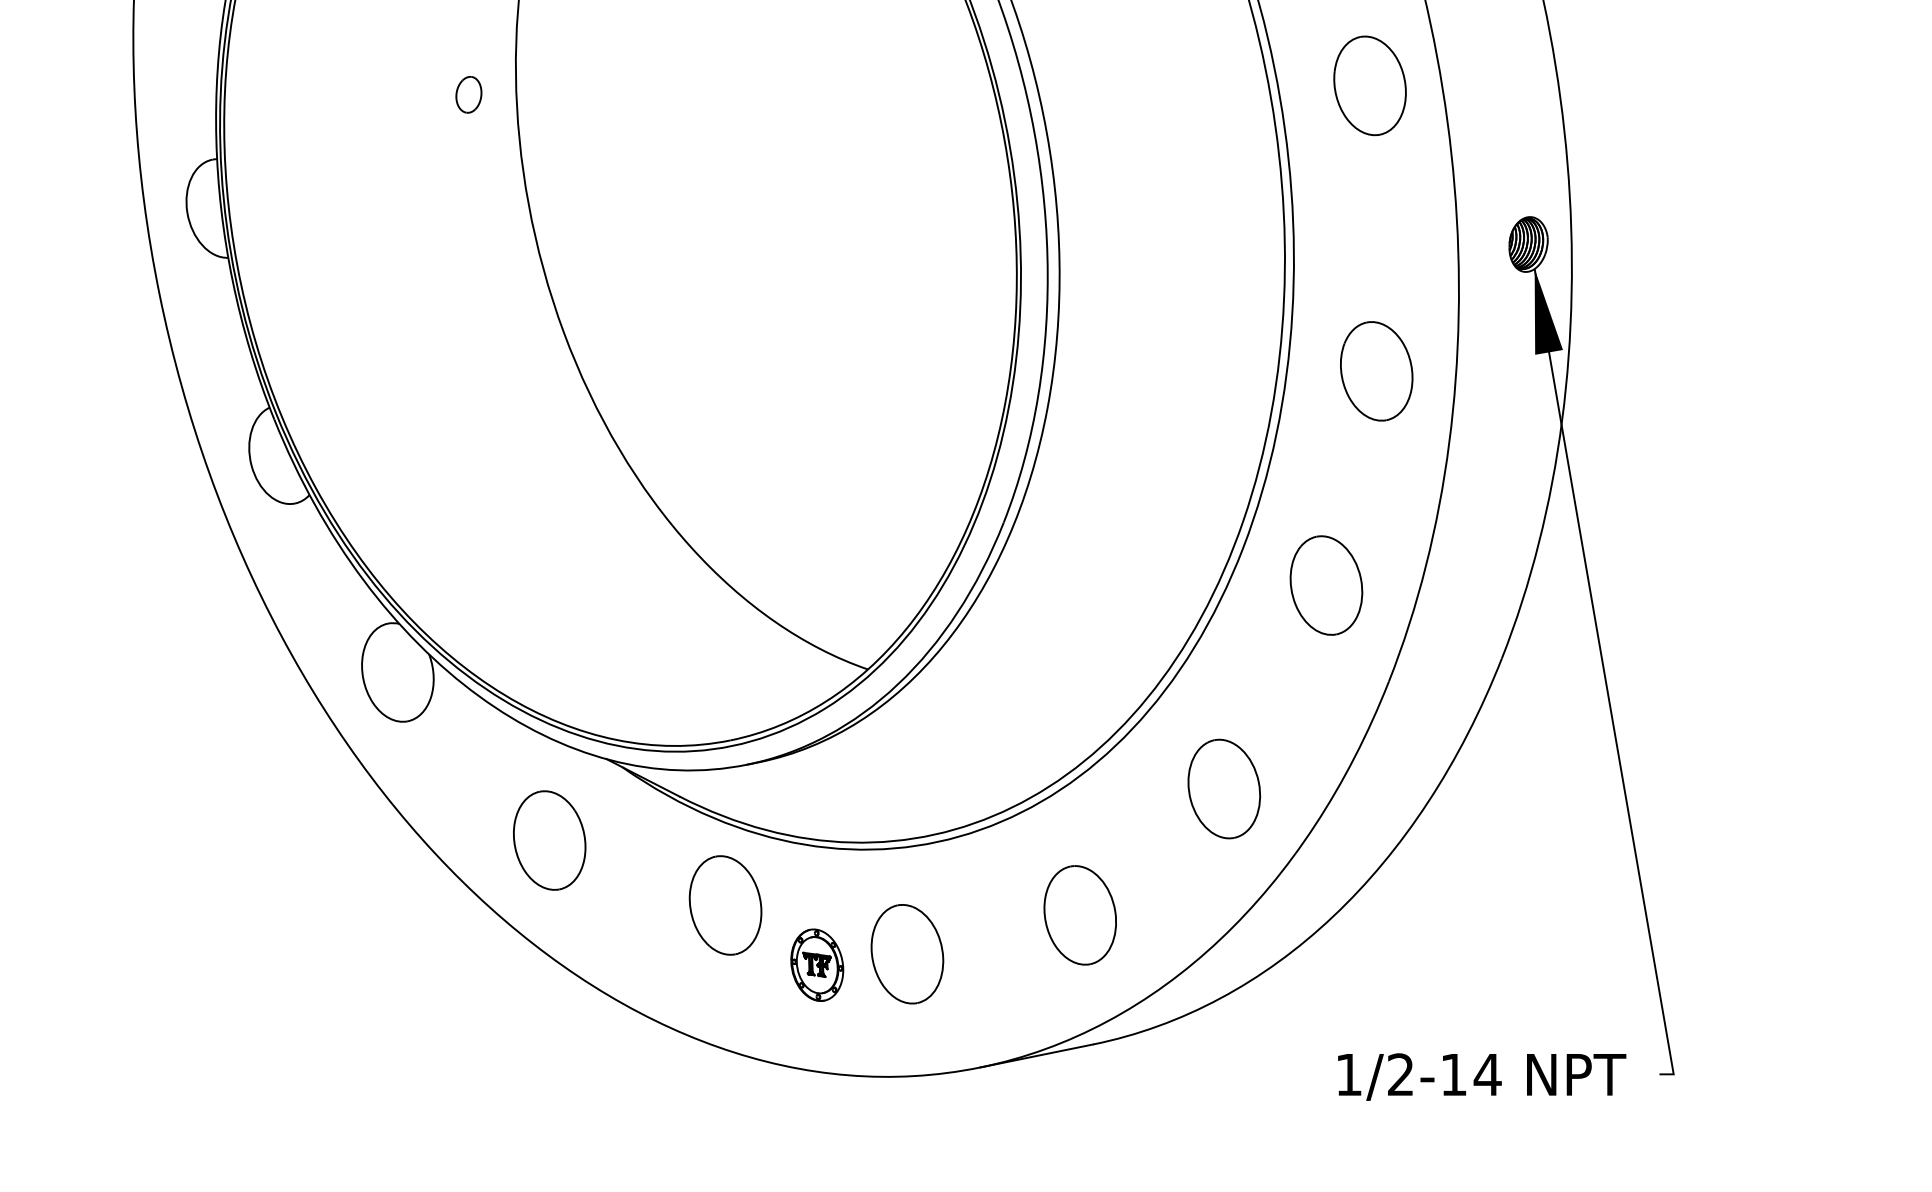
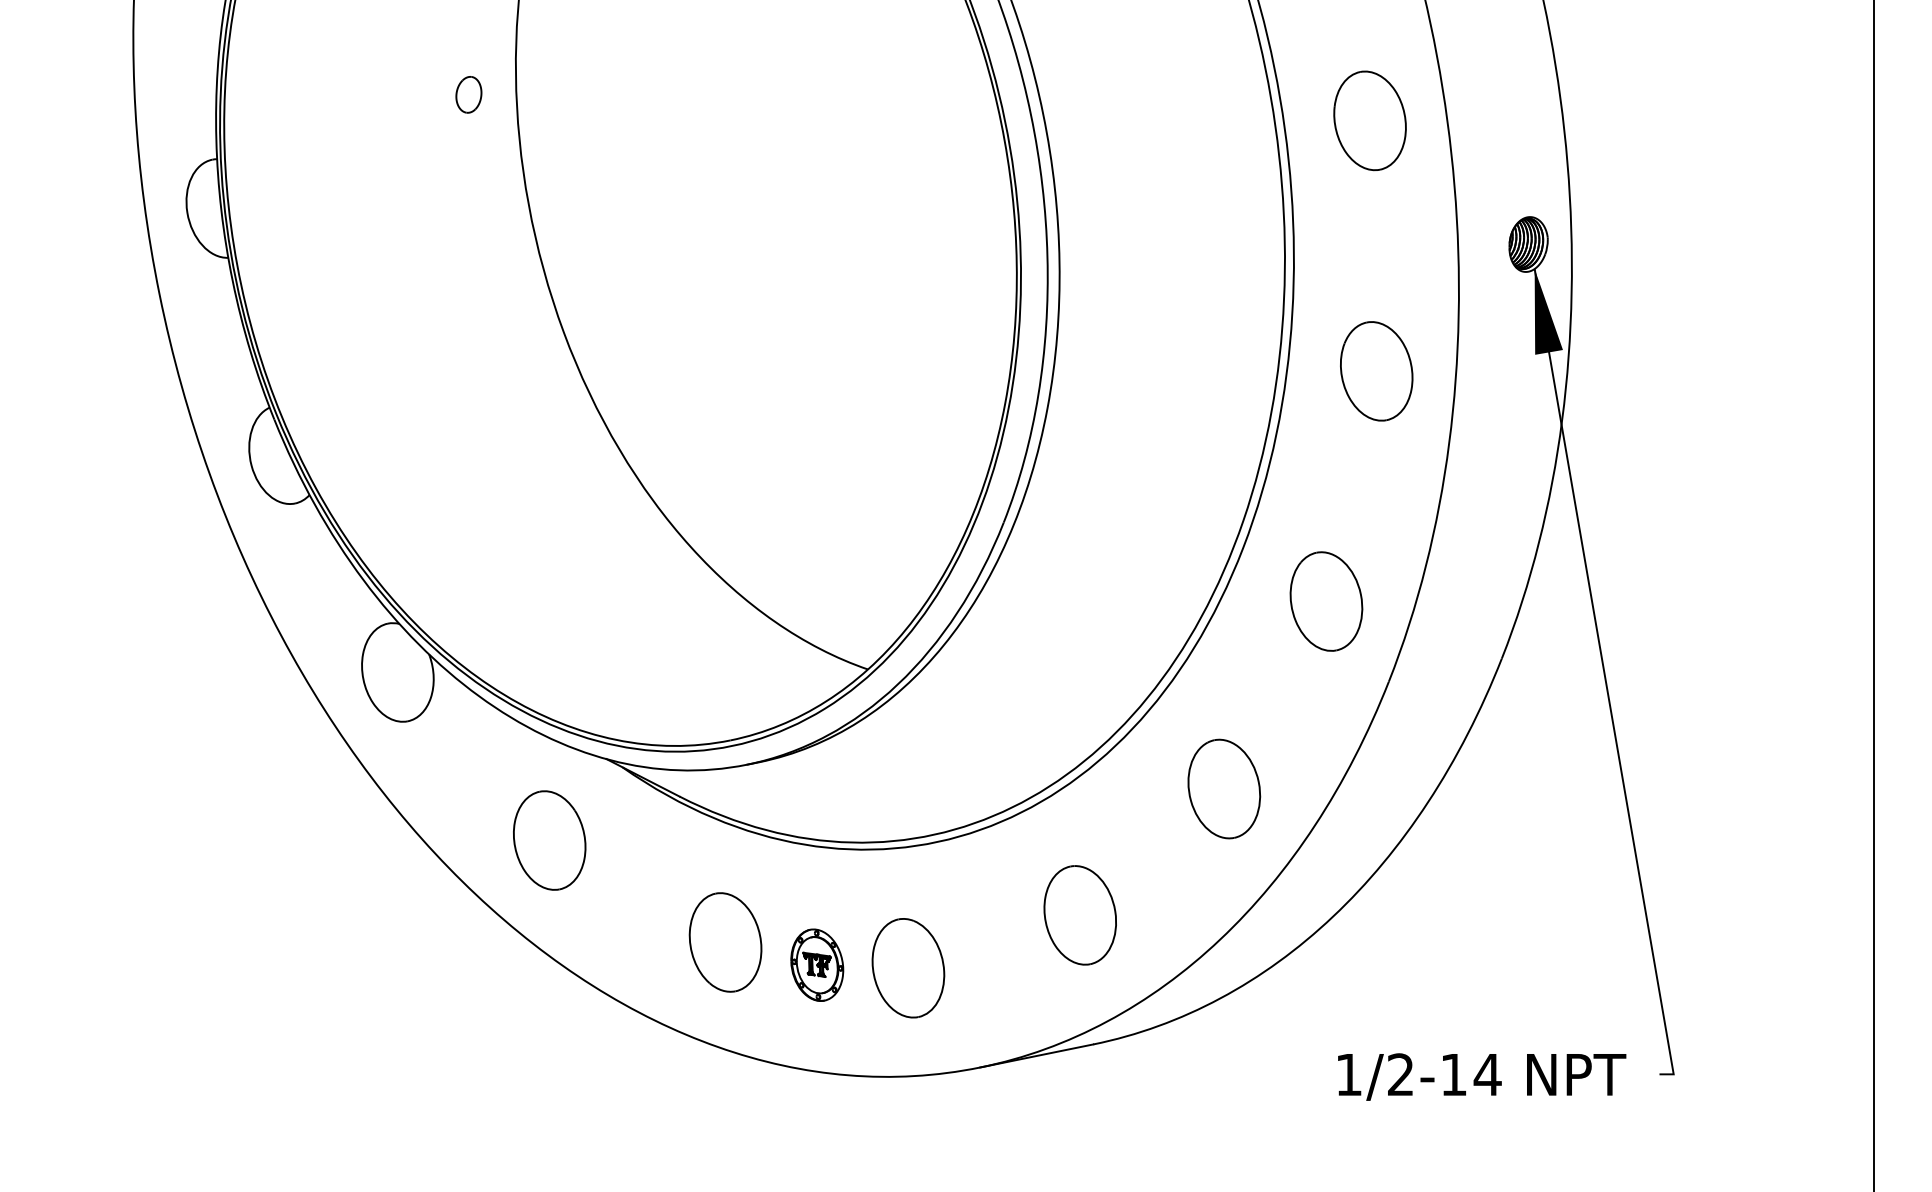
part at (1369, 85) position: (1369, 85) -> (1369, 120)
part at (1326, 585) position: (1326, 585) -> (1326, 601)
line at (1874, 595): none -> present
part at (725, 905) position: (725, 905) -> (725, 942)
part at (907, 954) position: (907, 954) -> (908, 968)
